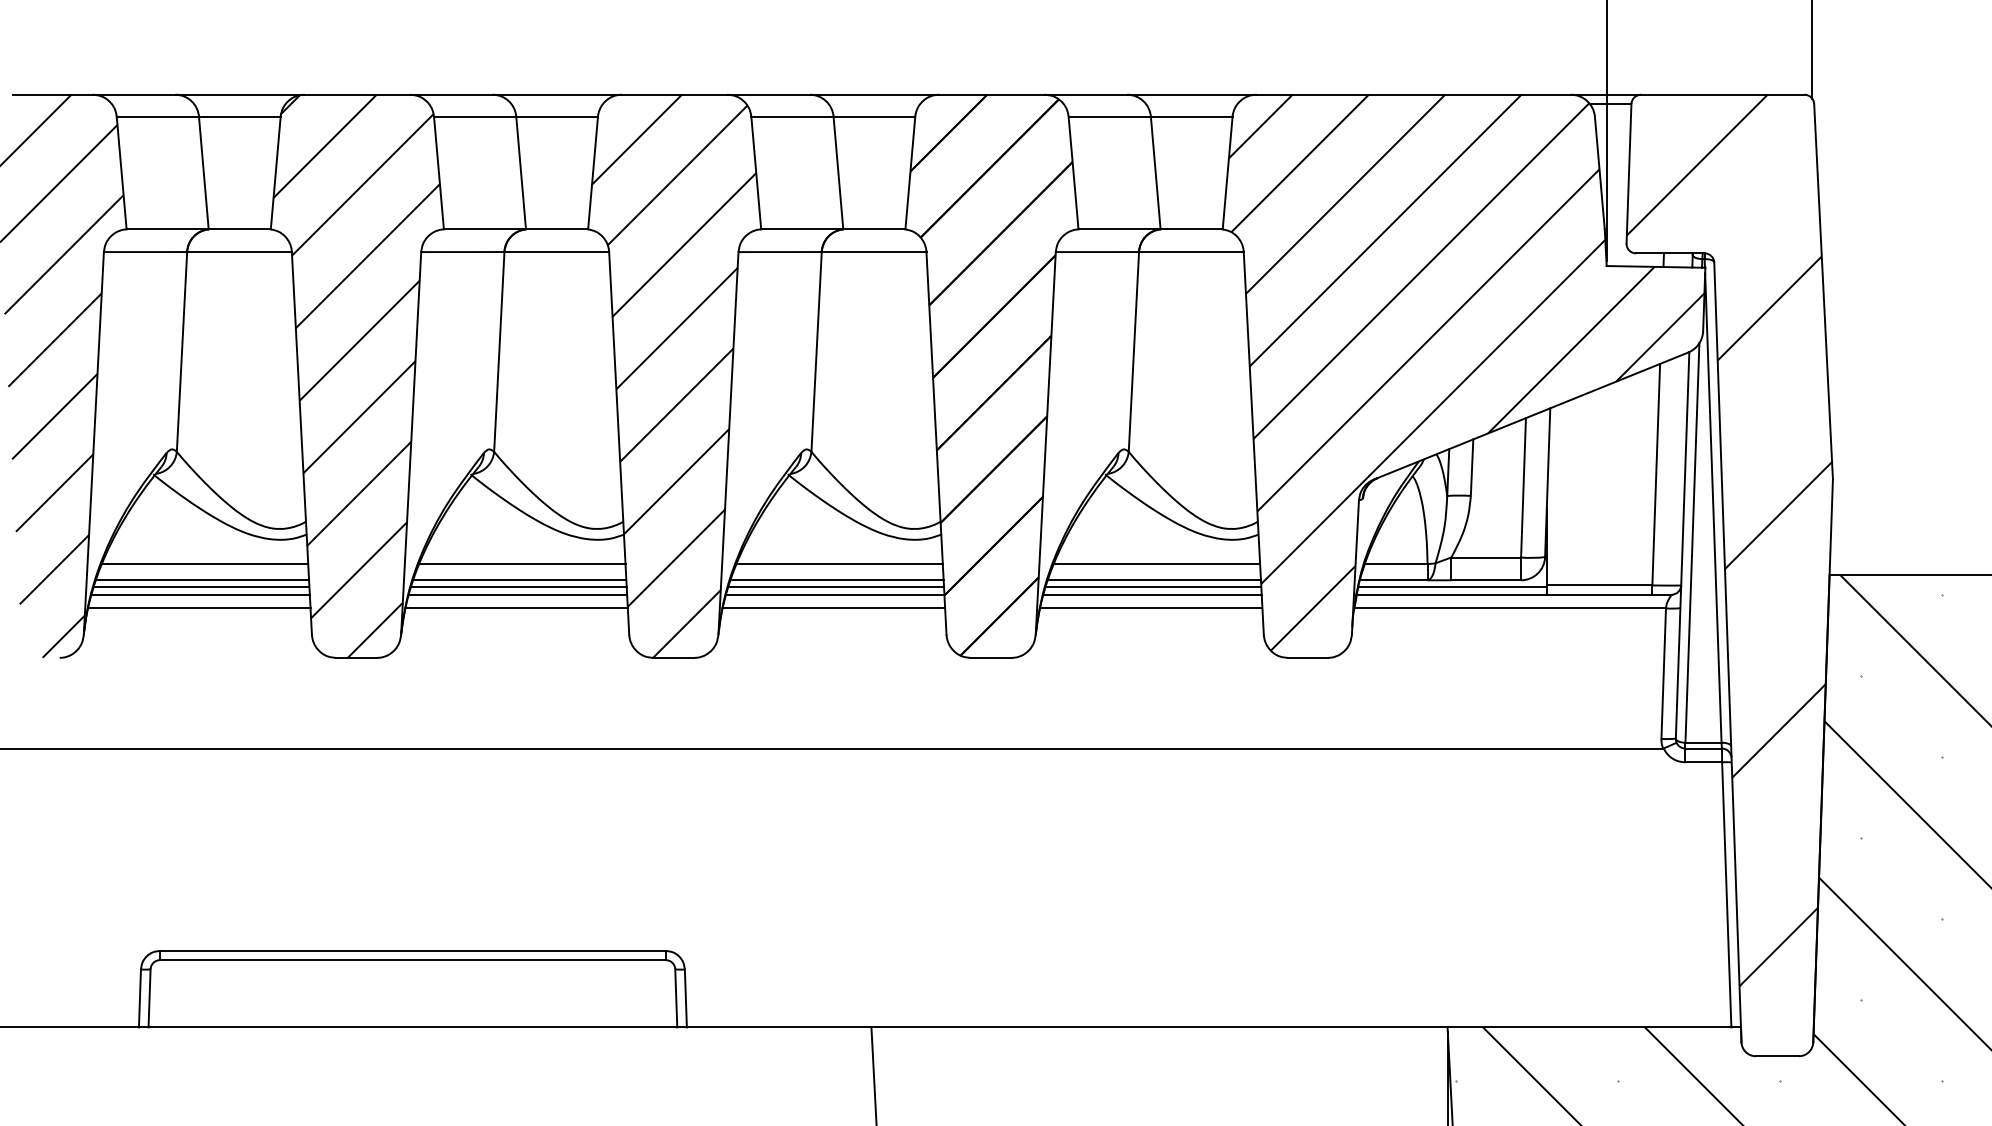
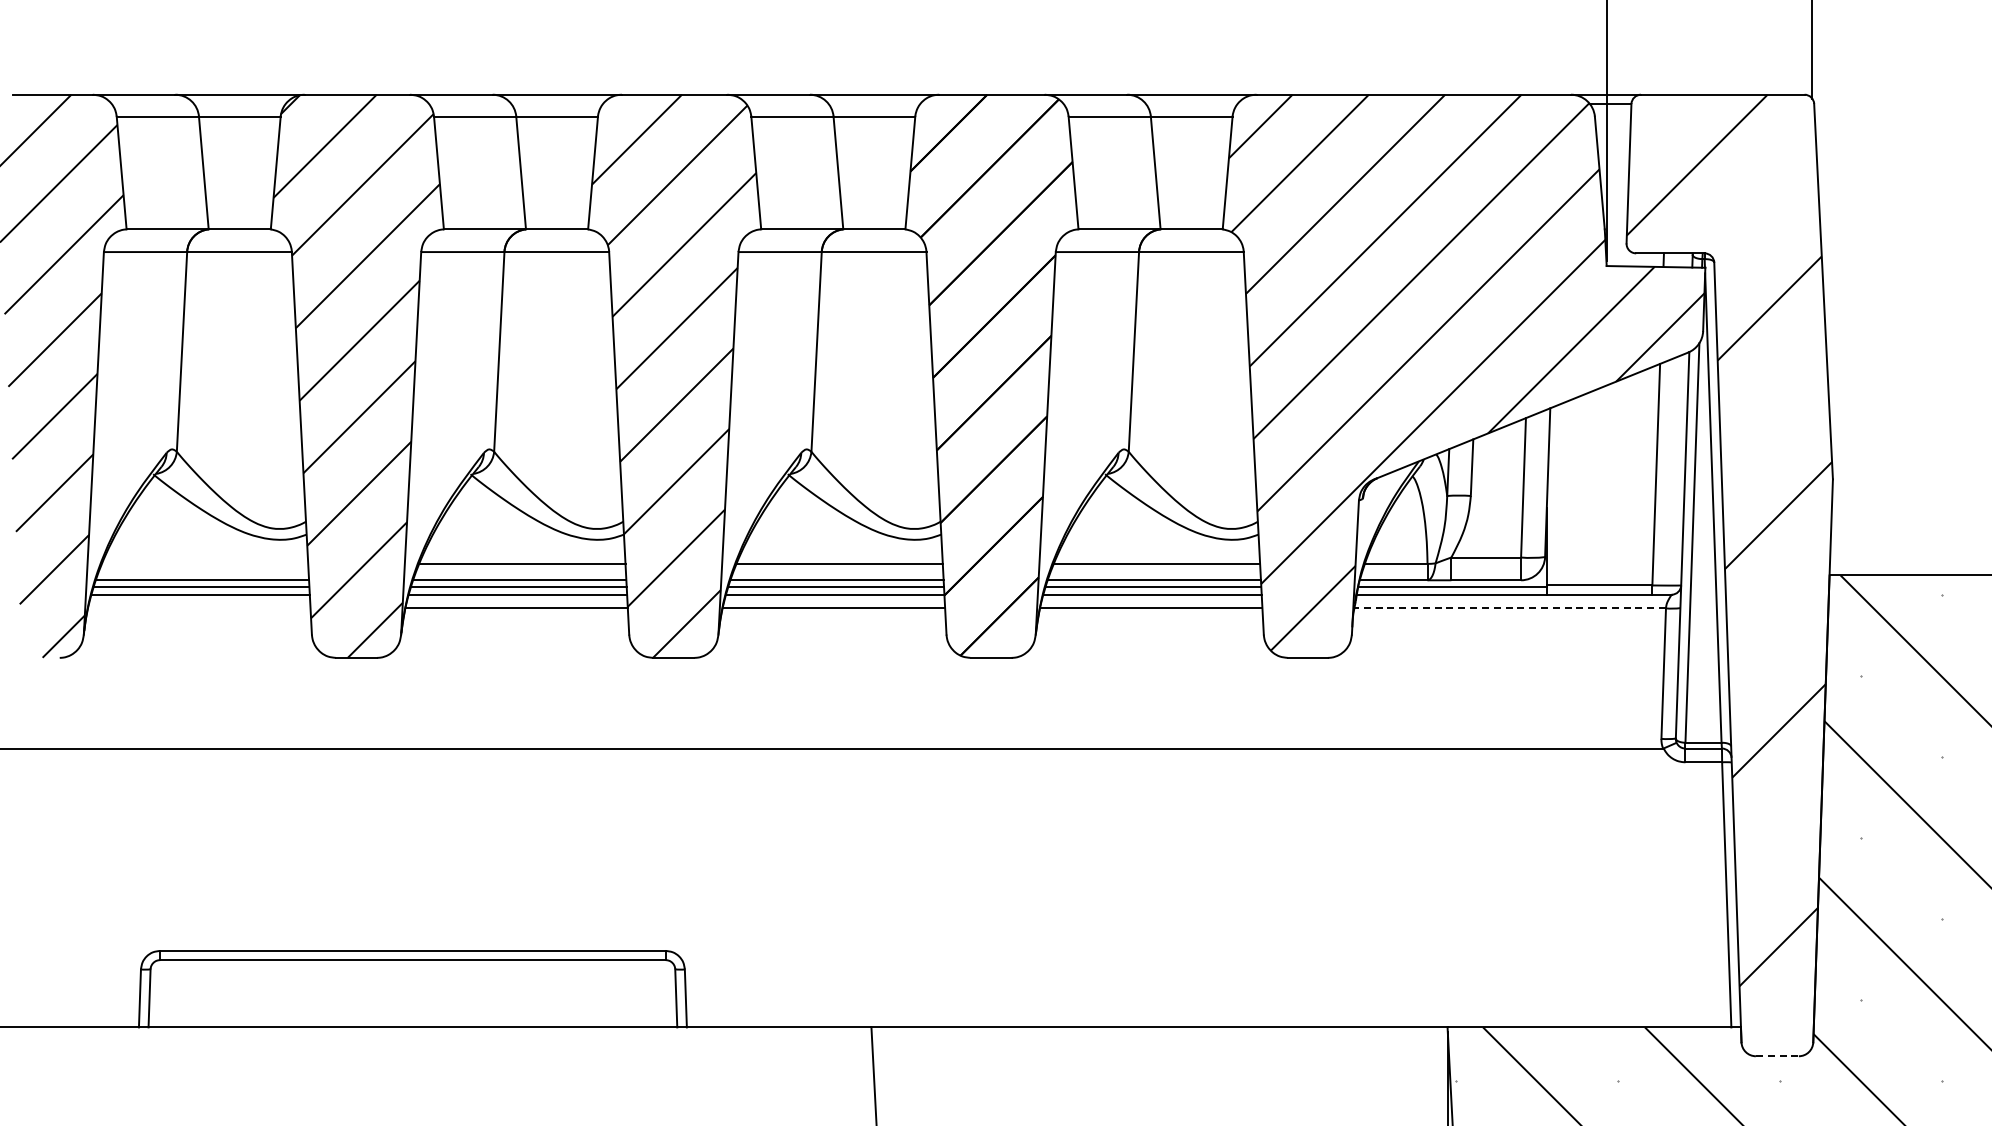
line at (205, 563): present -> none
line at (199, 608): present -> none
line at (1510, 608): solid -> dashed
line at (1777, 1056): solid -> dashed
